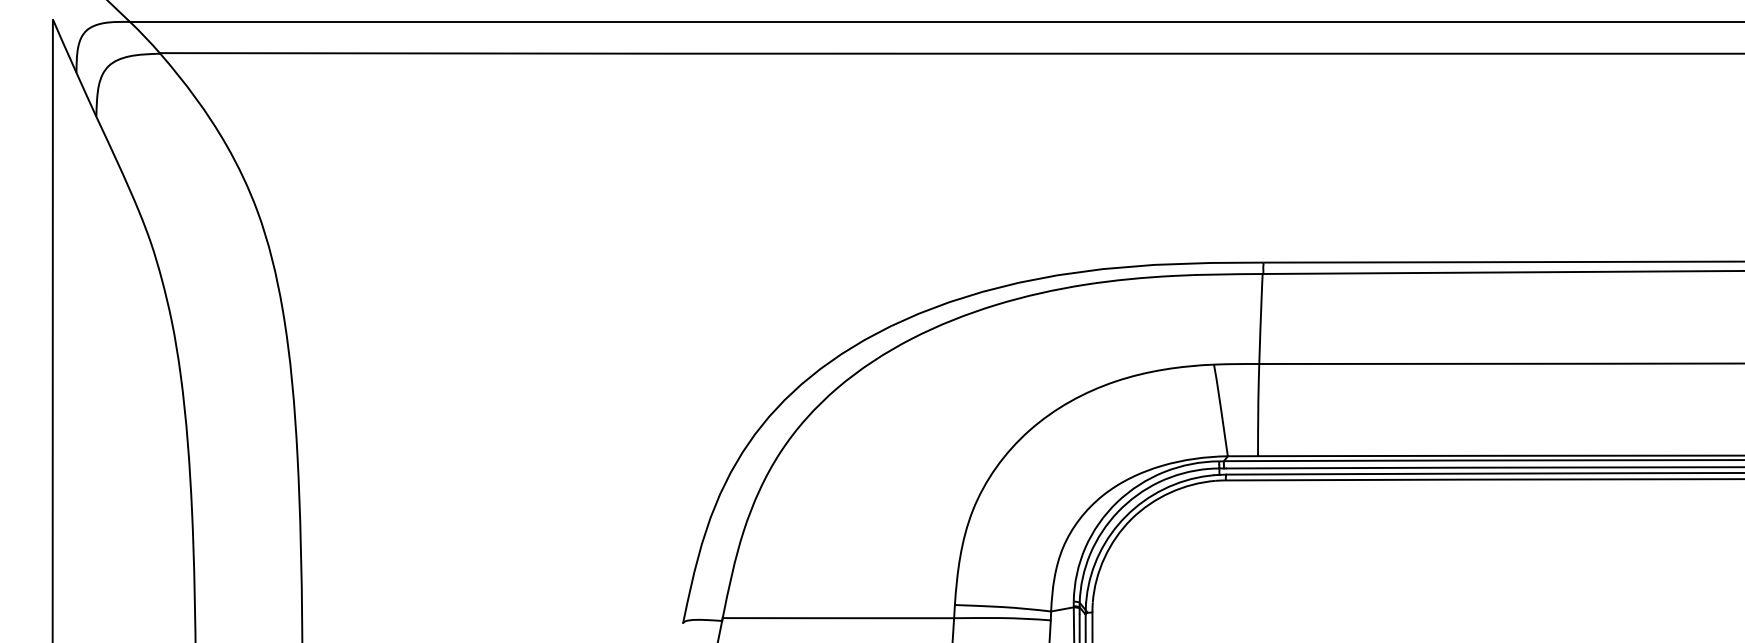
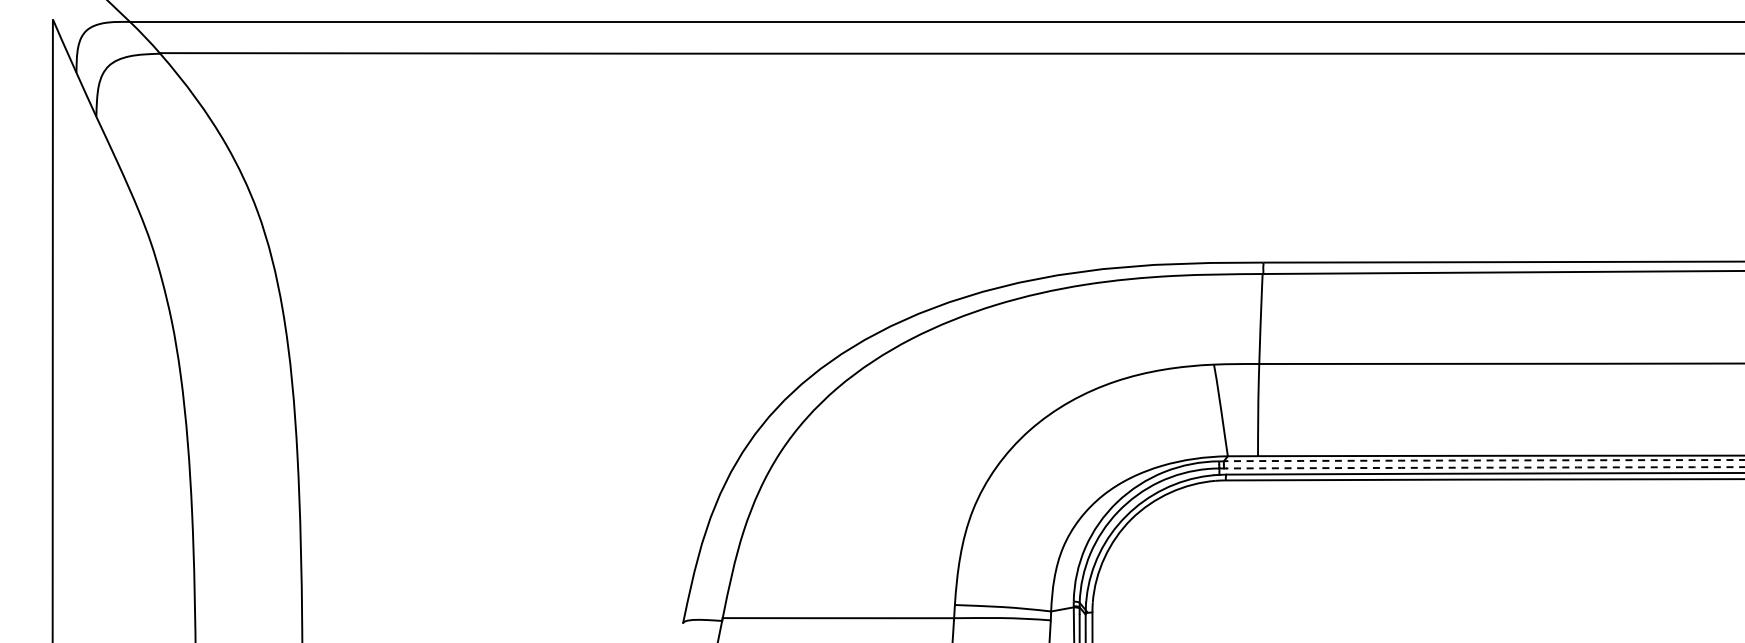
arc at (1483, 460): solid -> dashed
arc at (1485, 467): solid -> dashed
